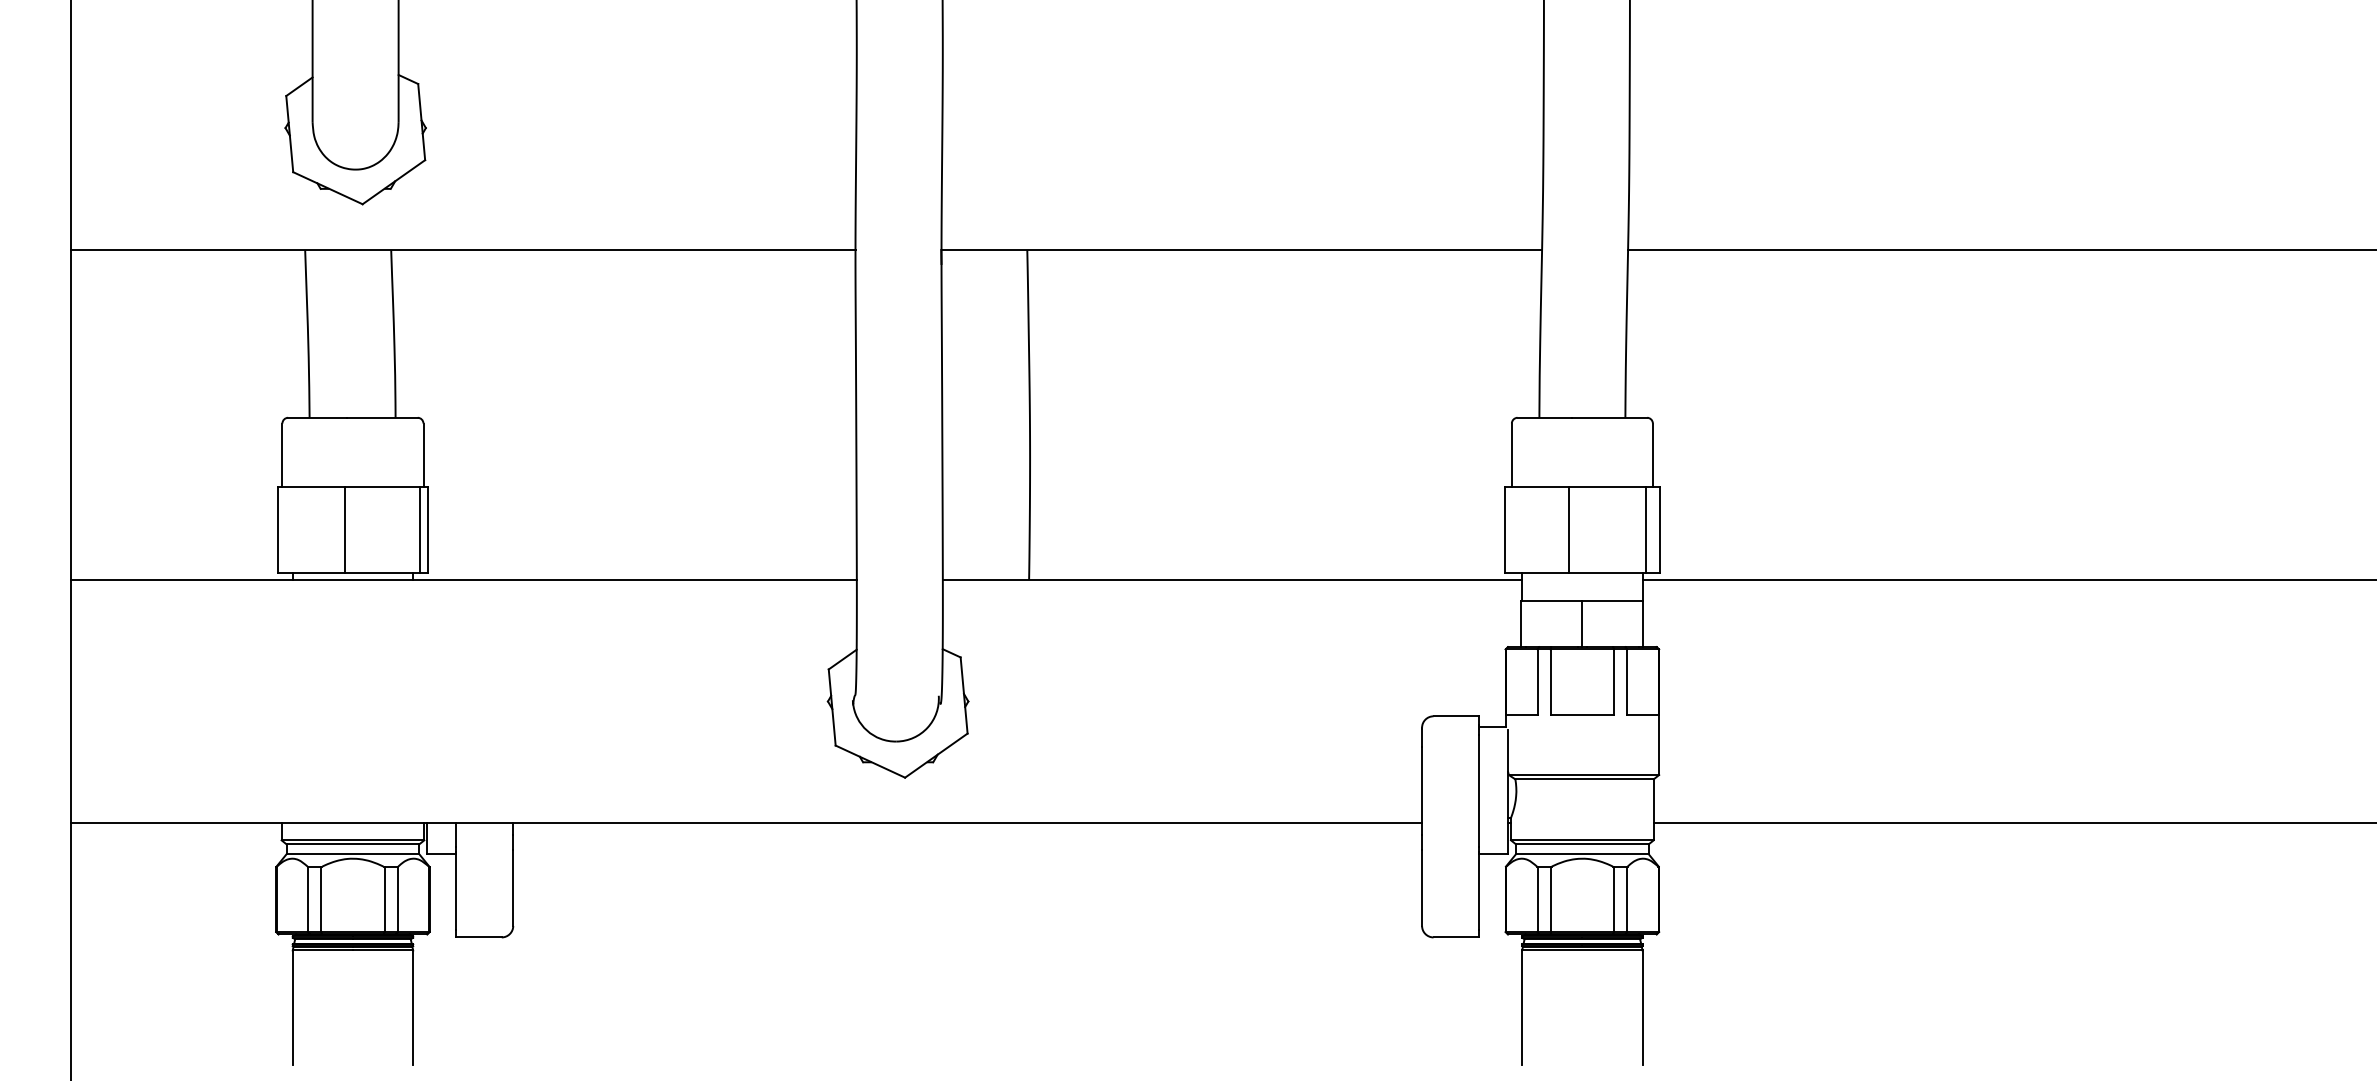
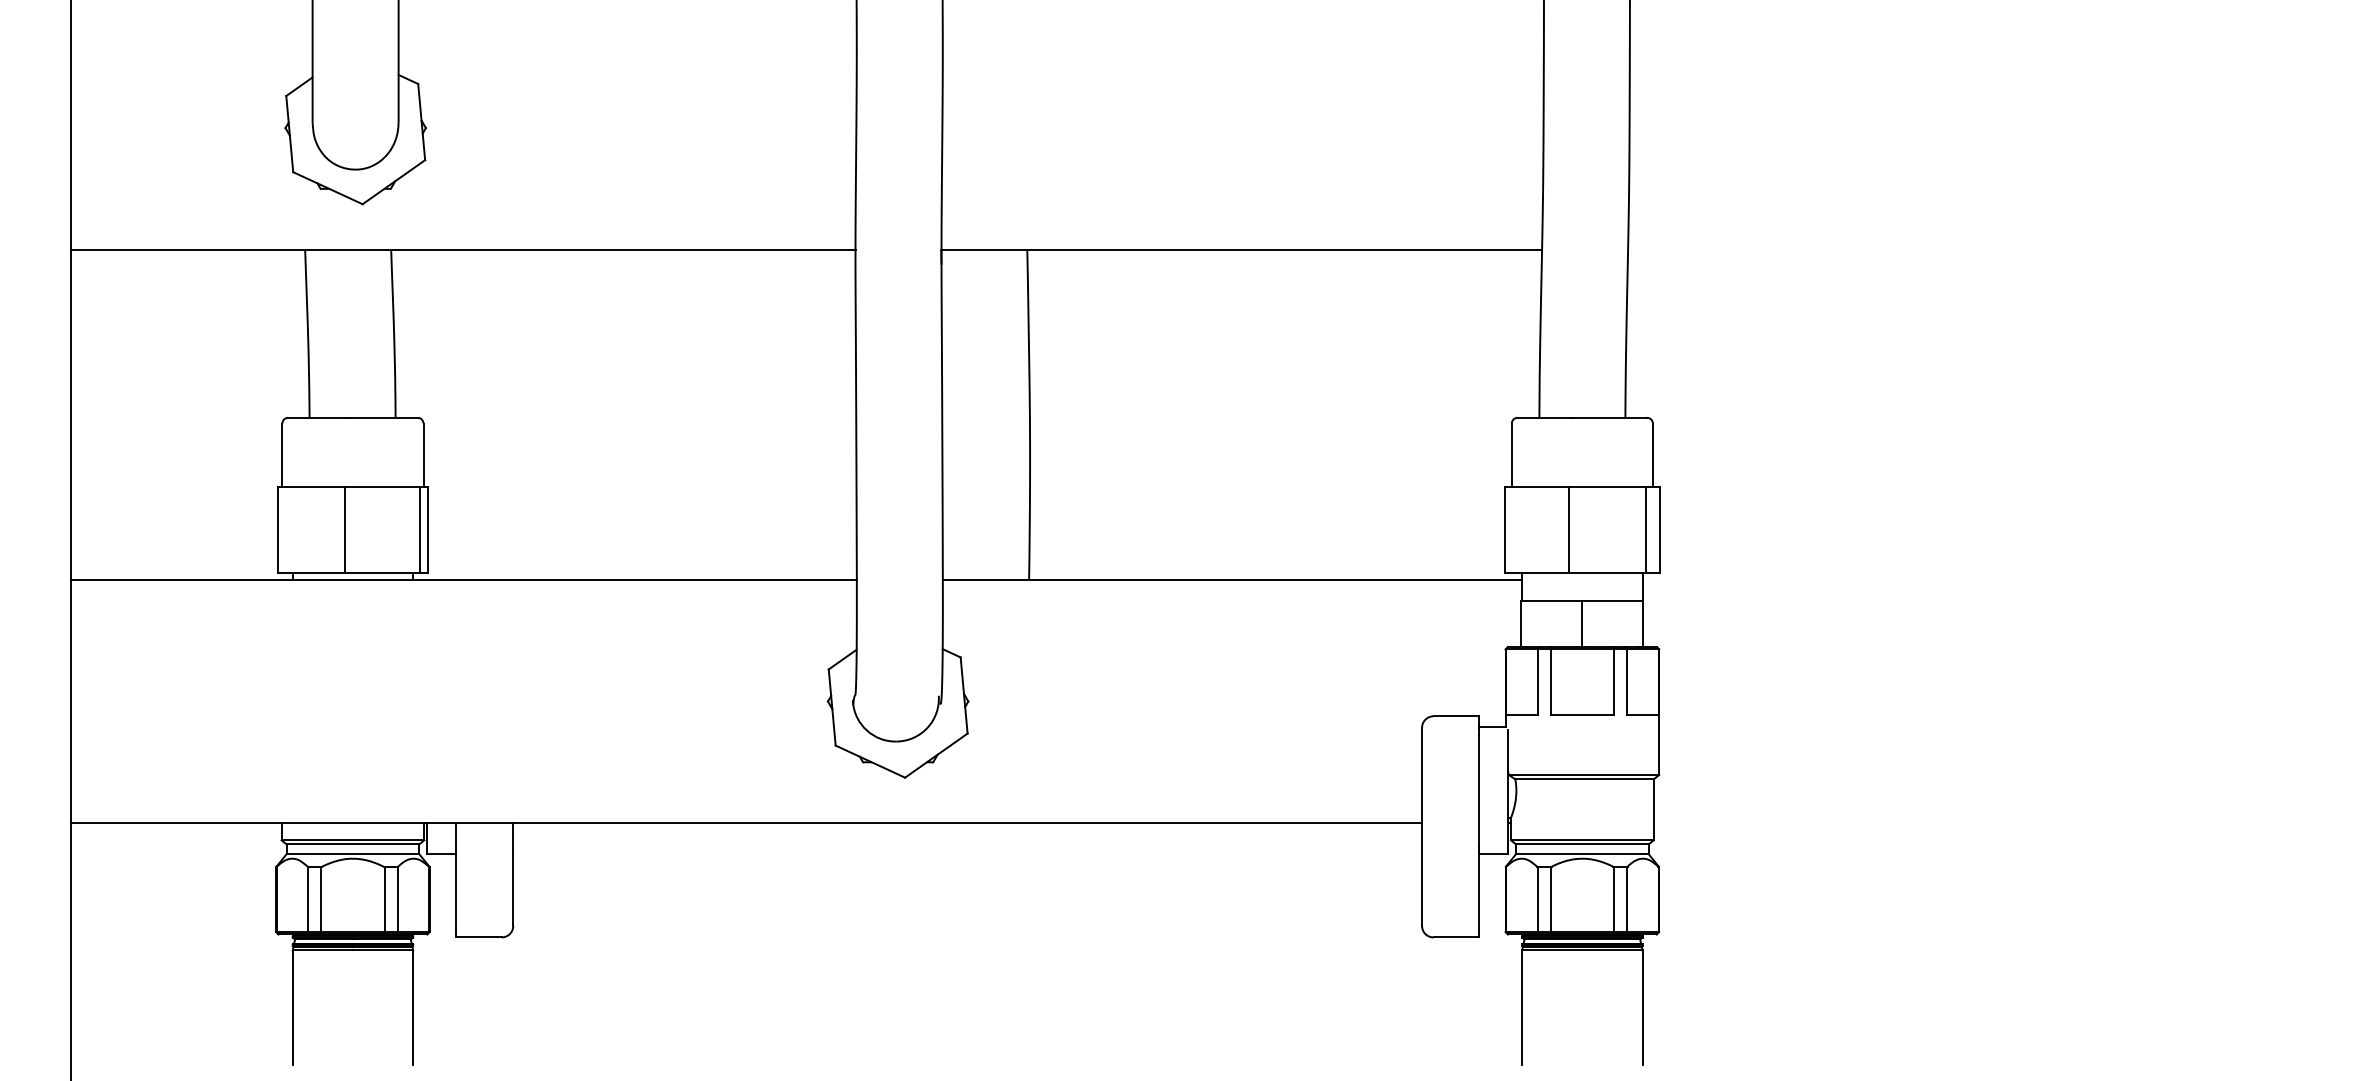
line at (2000, 249): present -> none
line at (2007, 579): present -> none
line at (2013, 823): present -> none
